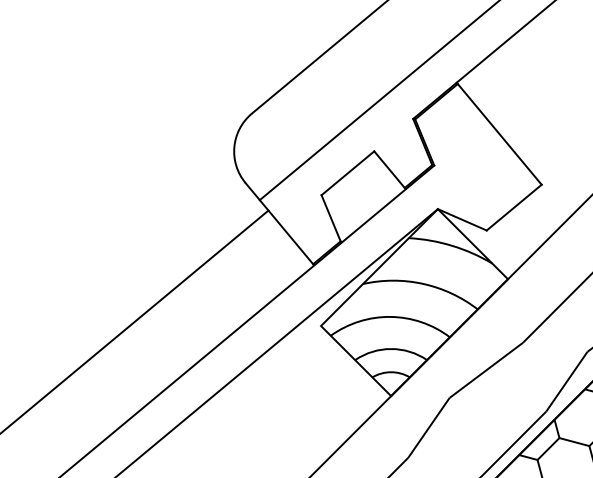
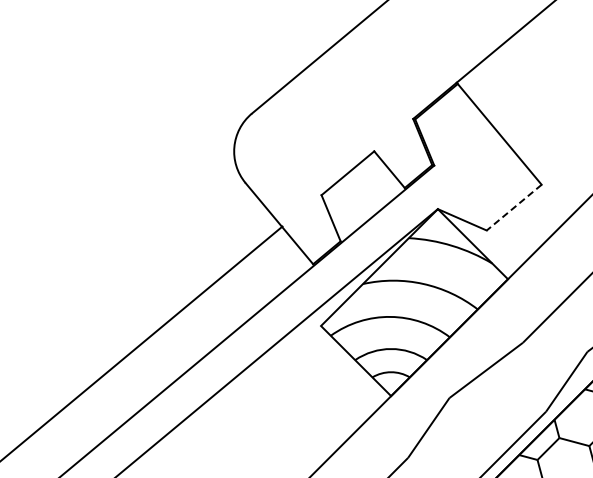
line at (378, 101): present -> none
line at (514, 207): solid -> dashed
line at (135, 320) position: (135, 320) -> (142, 342)
